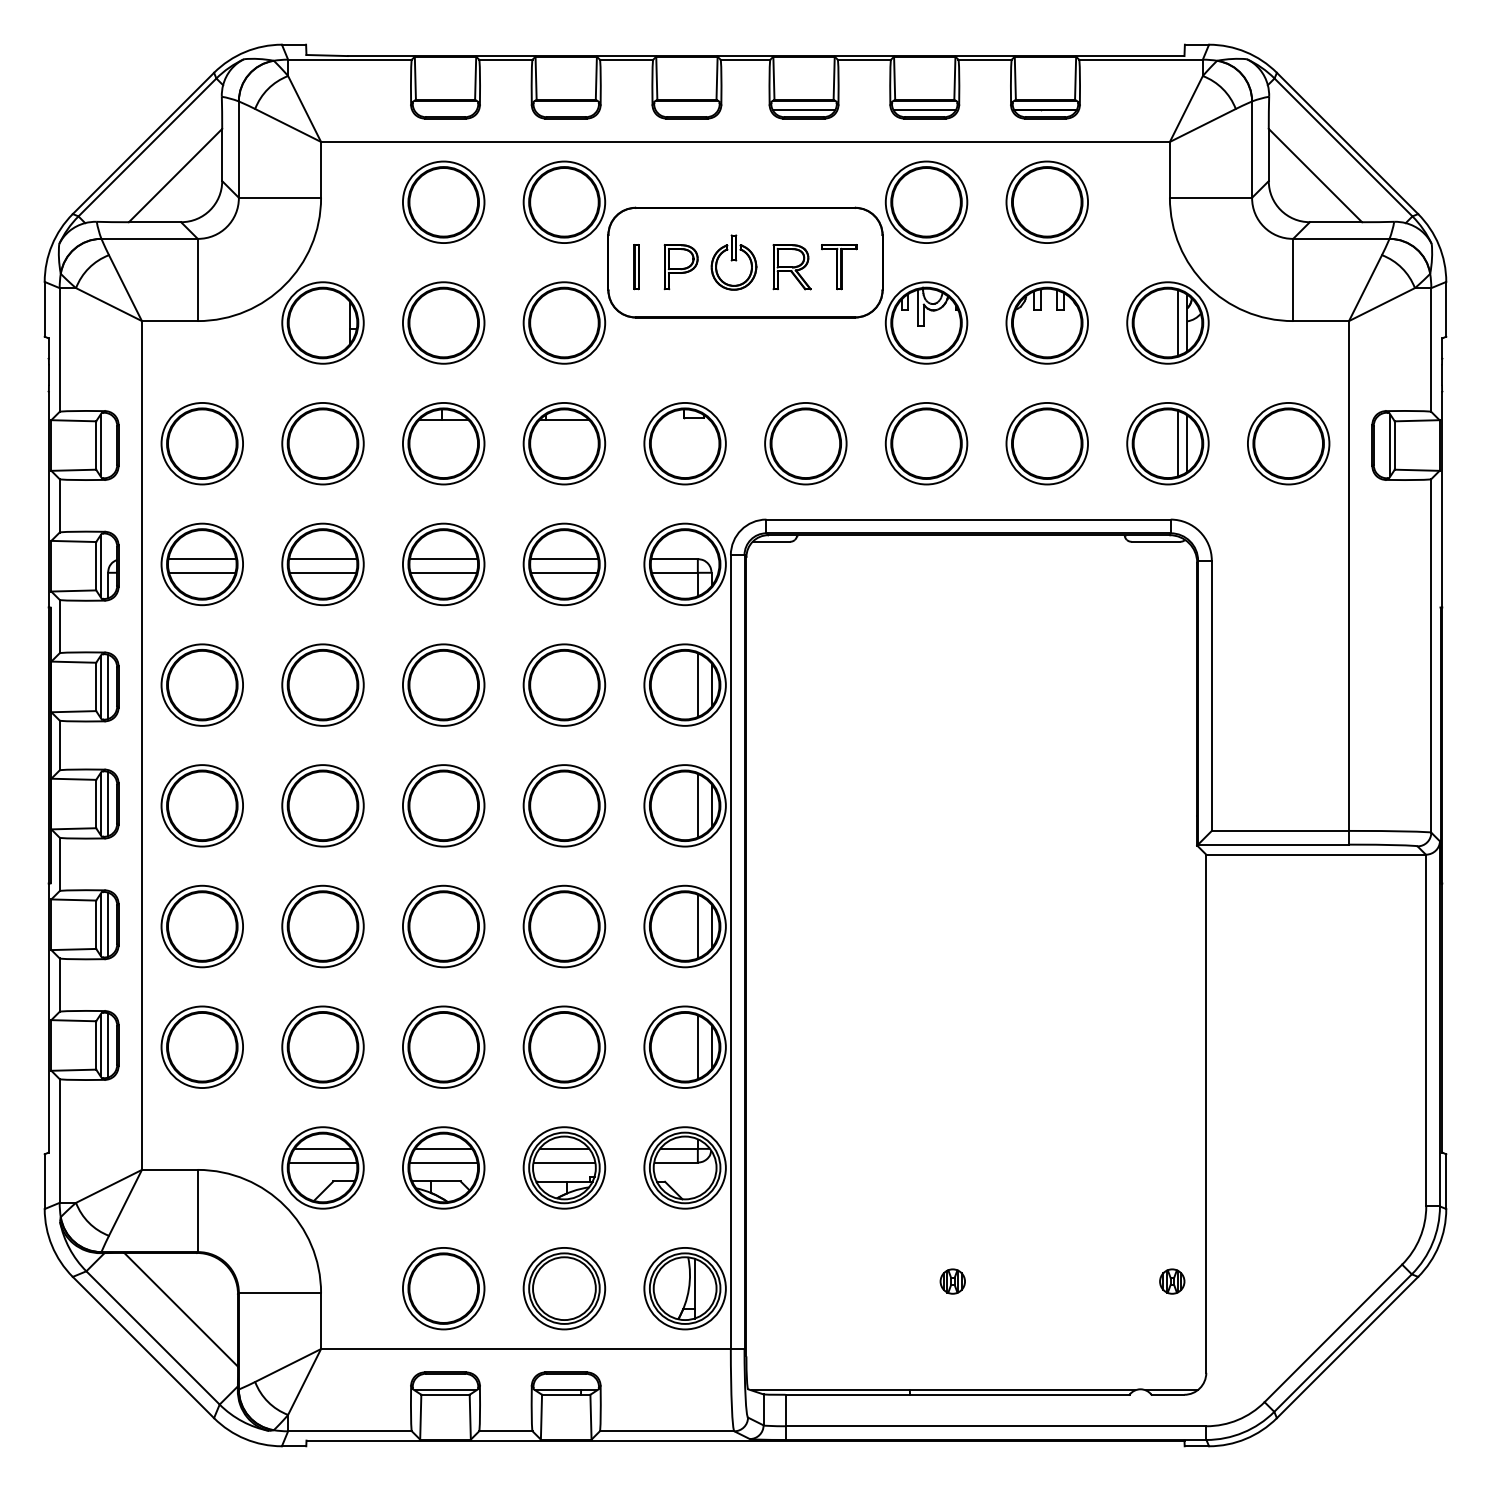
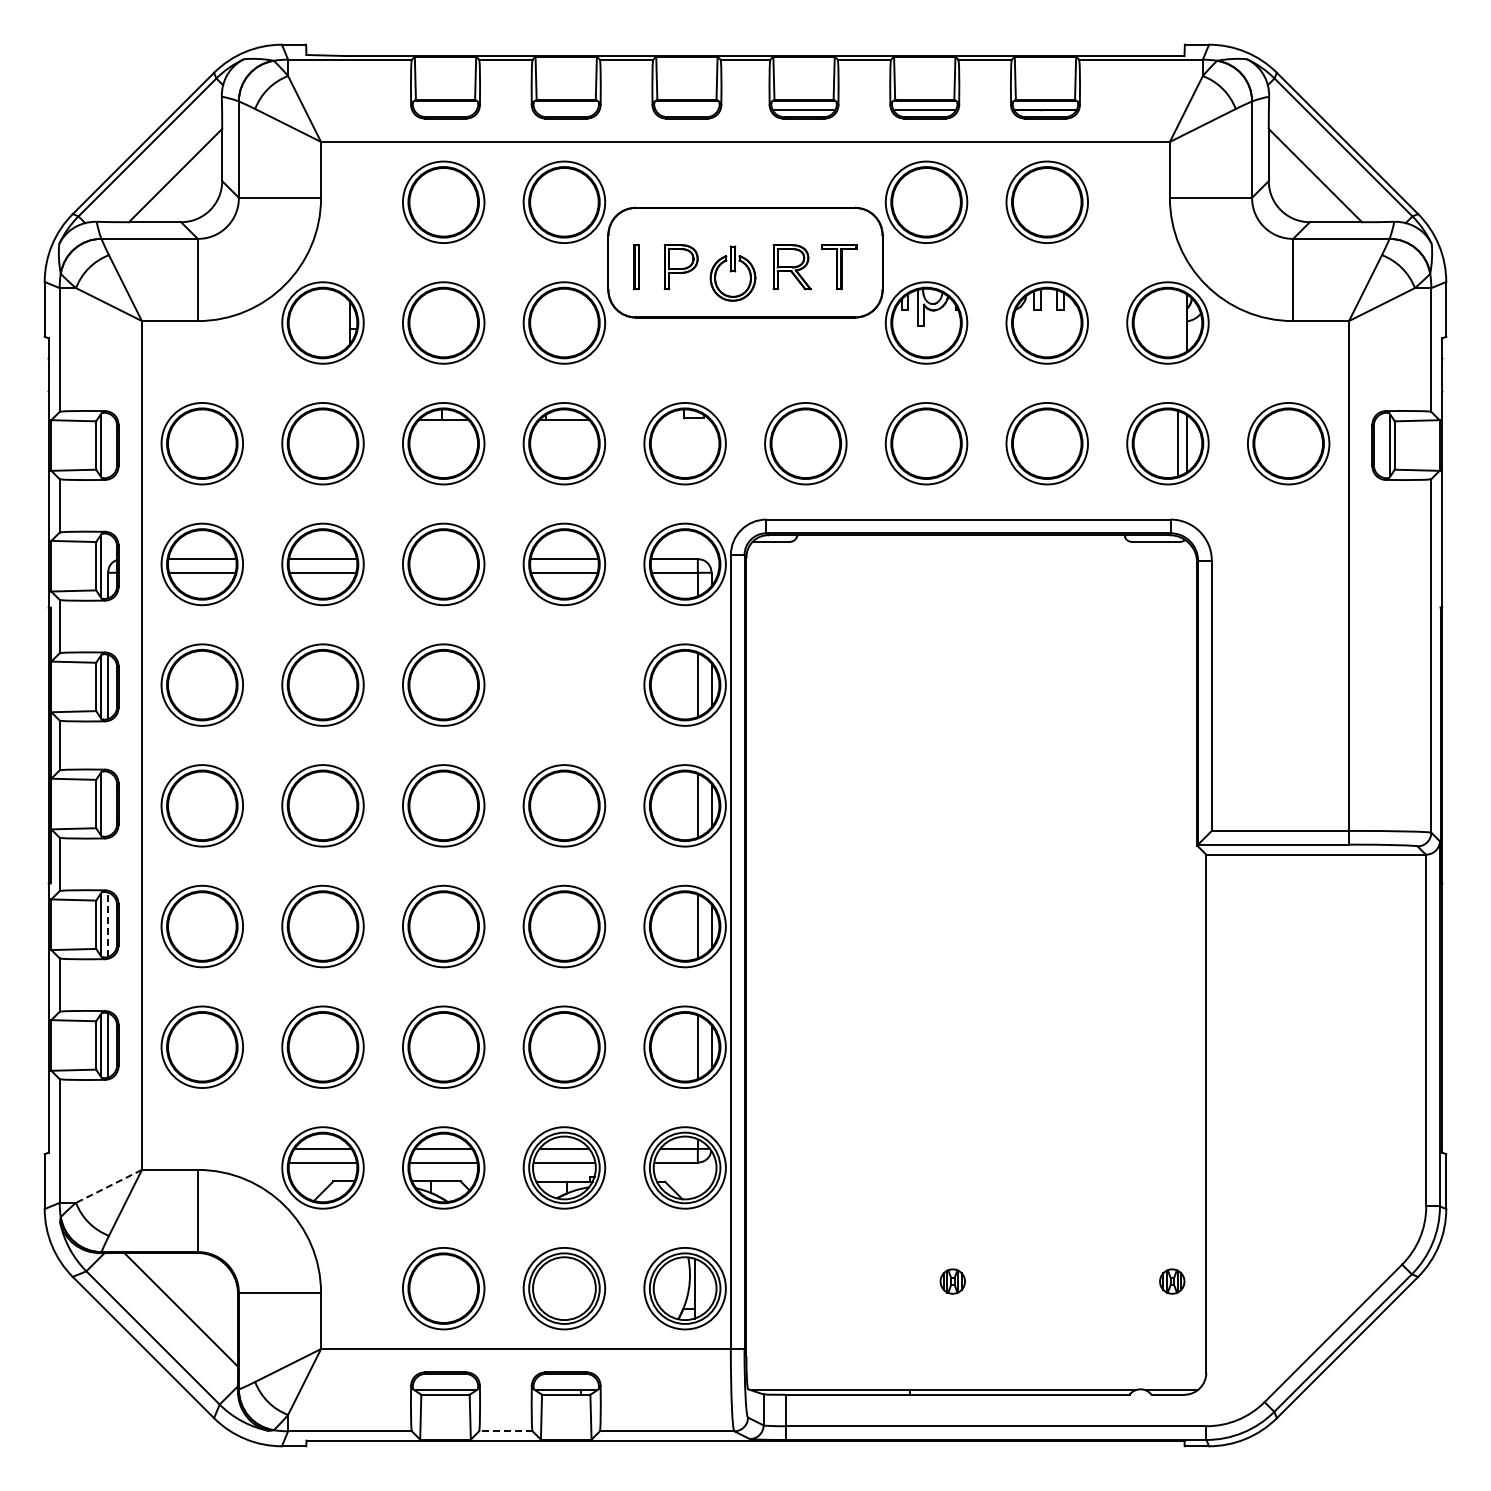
part at (733, 262) position: (733, 262) -> (732, 273)
line at (1177, 322): present -> none
line at (443, 559): present -> none
line at (443, 572): present -> none
part at (564, 684): present -> none
line at (108, 804): present -> none
line at (108, 924): solid -> dashed
line at (109, 1186): solid -> dashed
line at (505, 1431): solid -> dashed
